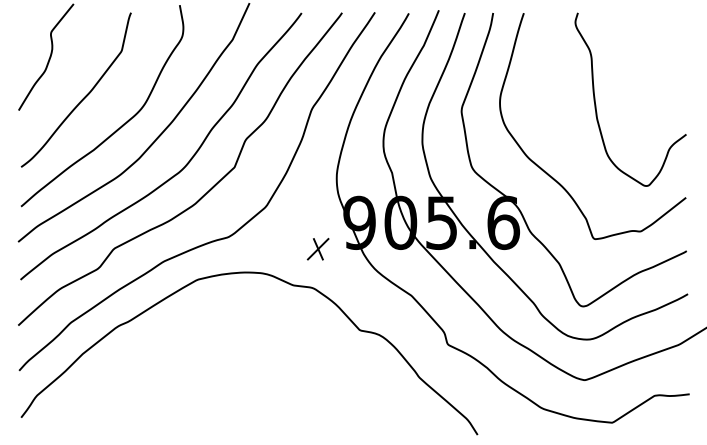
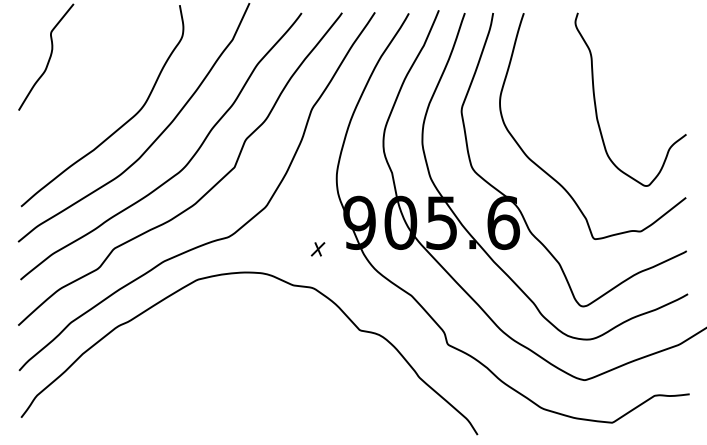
curve at (83, 97): present -> none
part at (317, 249) size: 24x23 px -> 16x15 px
